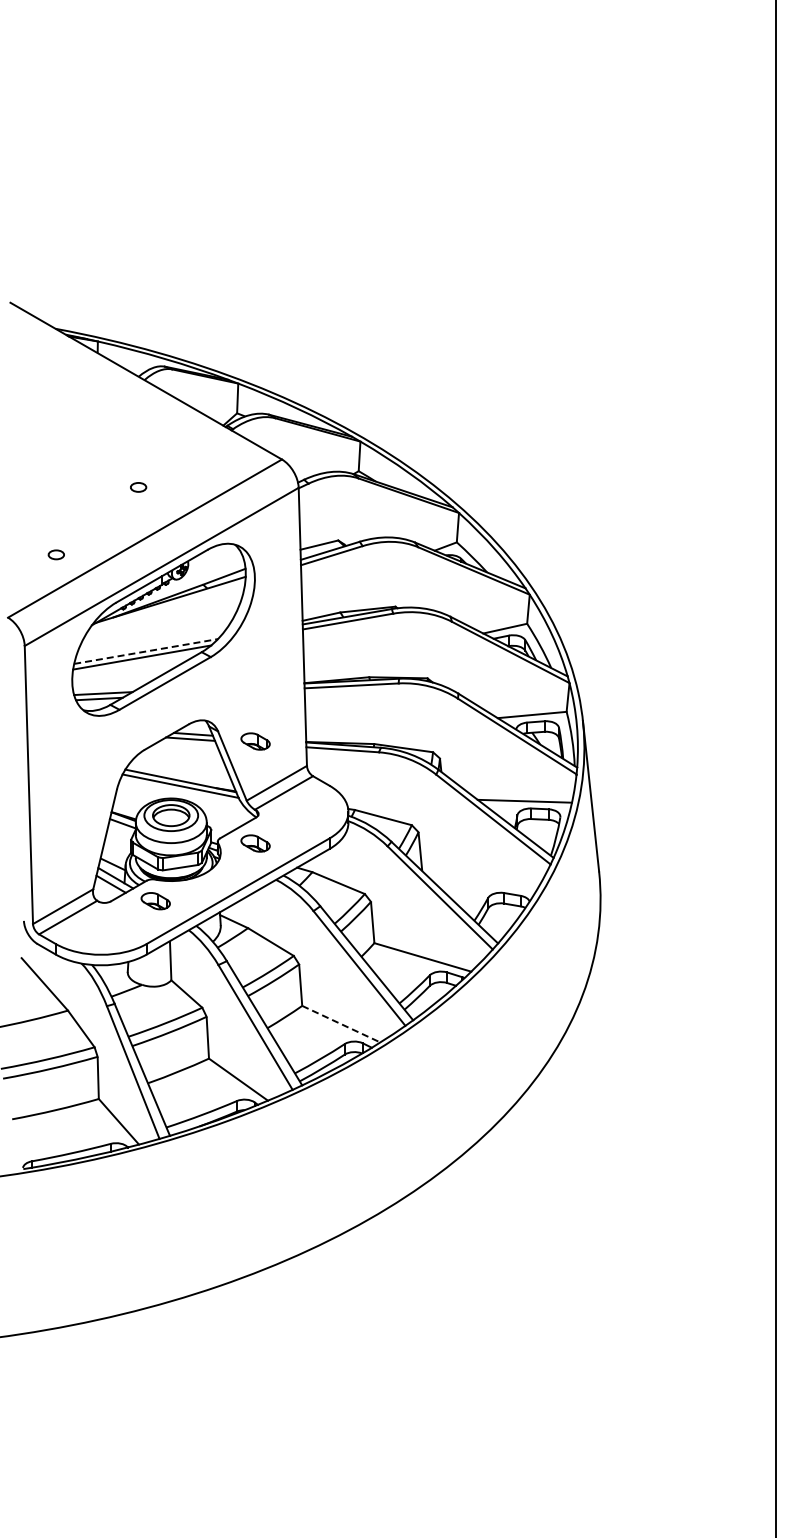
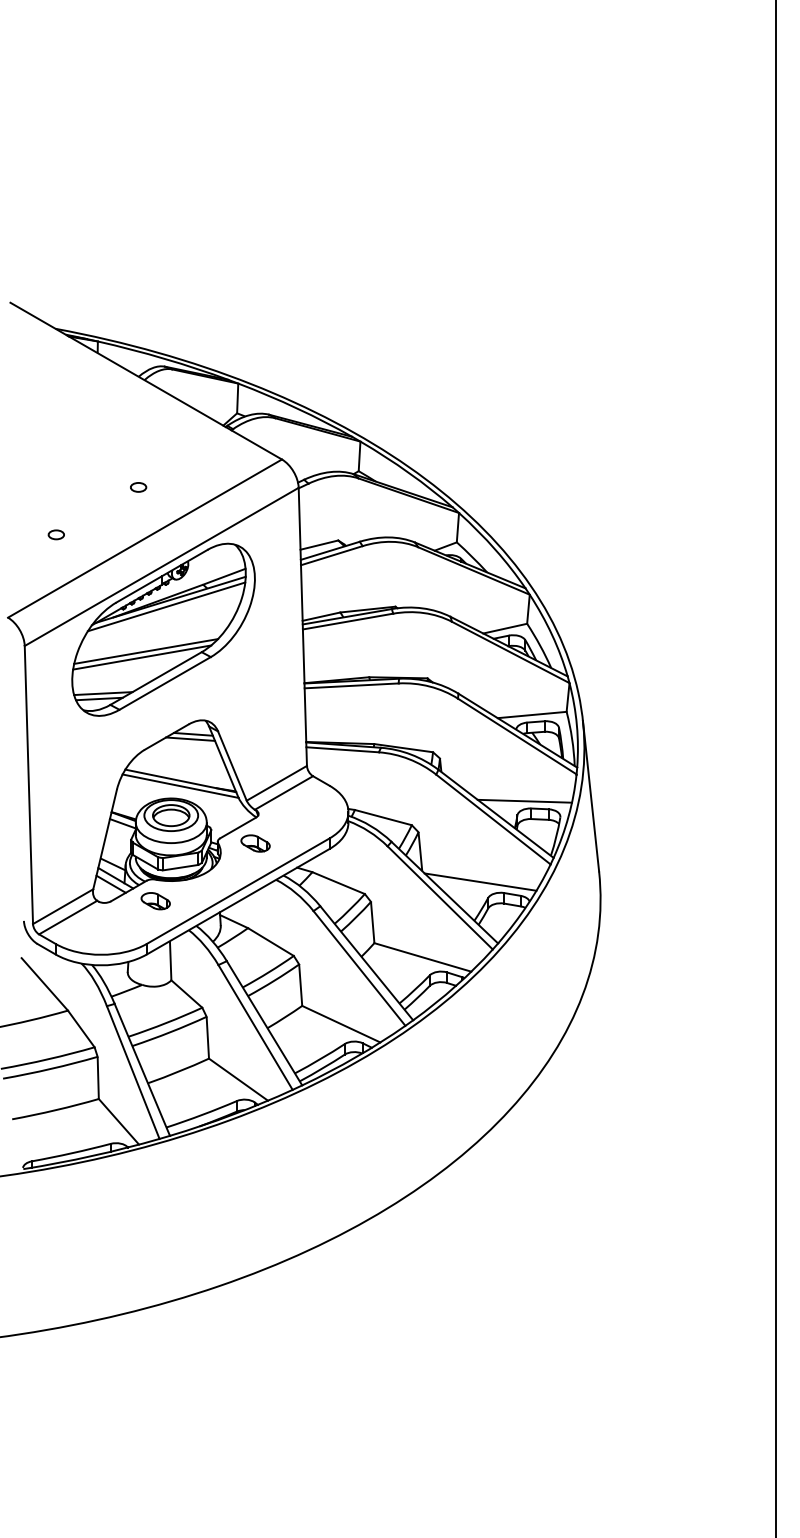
part at (55, 554) position: (55, 554) -> (55, 534)
line at (166, 606): none -> present
line at (146, 651): dashed -> solid
part at (255, 741): present -> none
line at (480, 881): none -> present
line at (341, 1024): dashed -> solid
